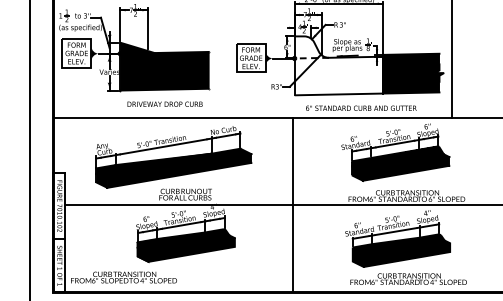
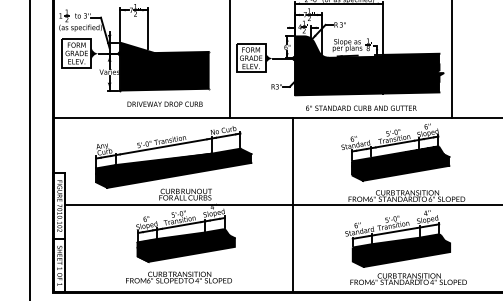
line at (229, 59): none -> present
fill at (338, 65): none -> present
text at (123, 277) position: (123, 277) -> (178, 277)
